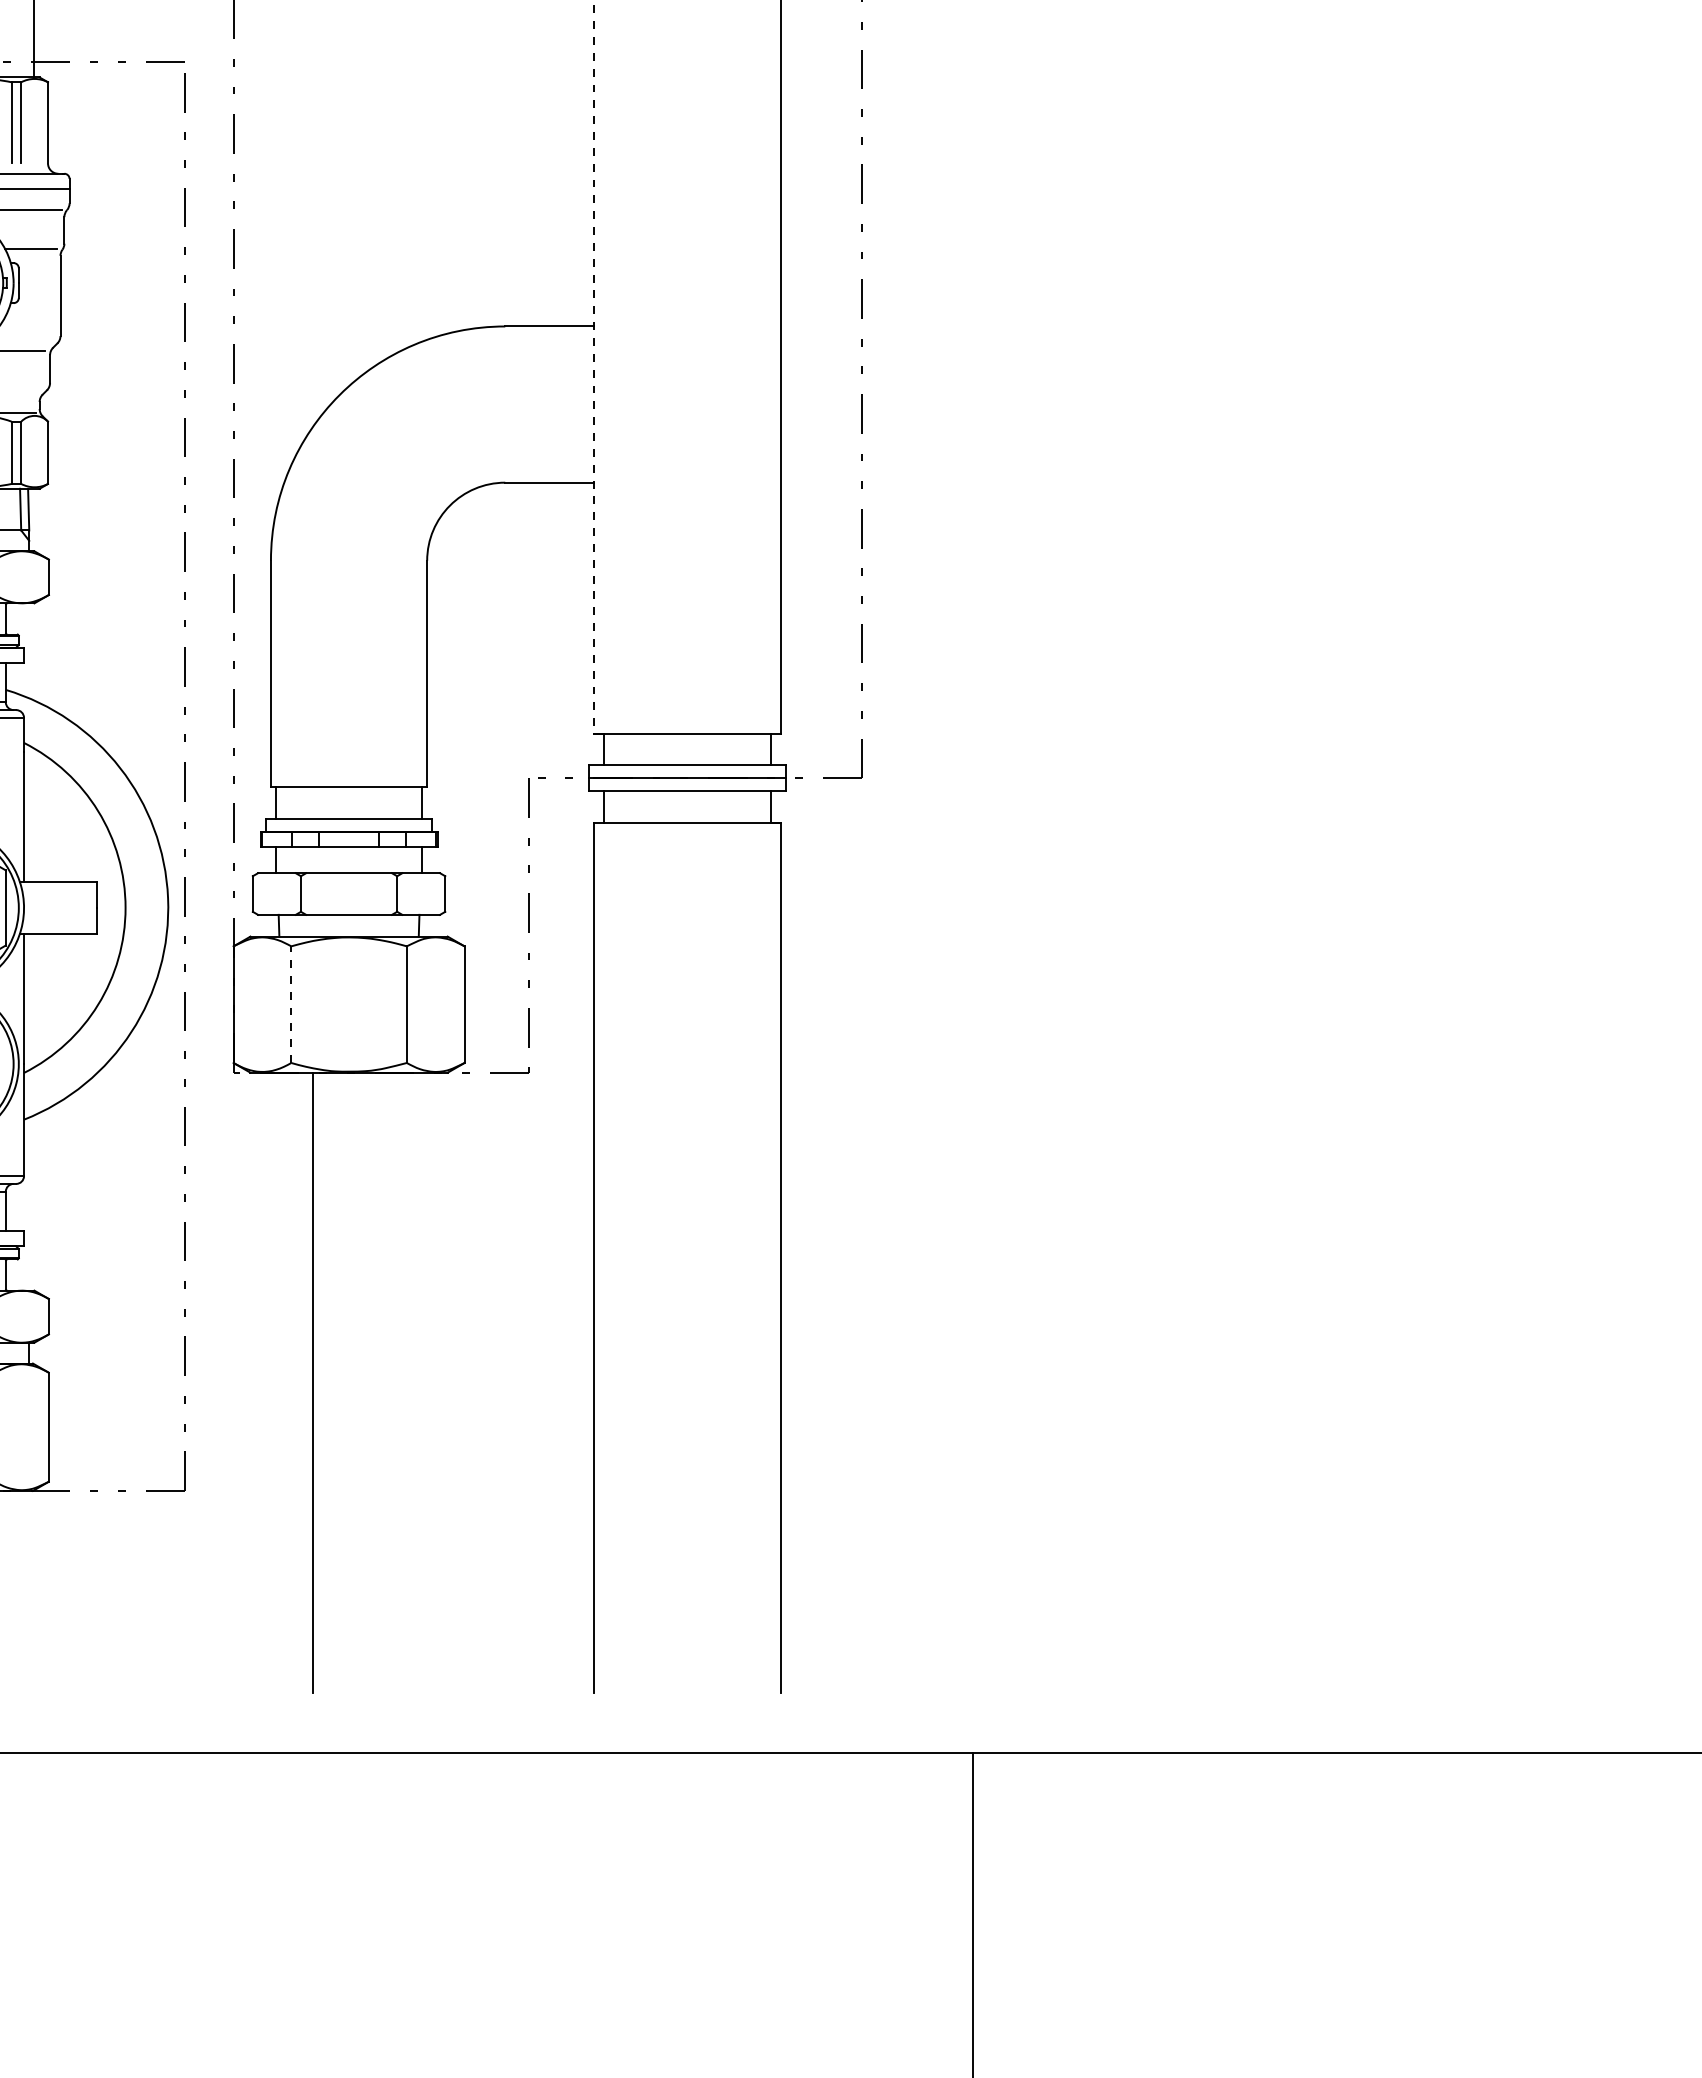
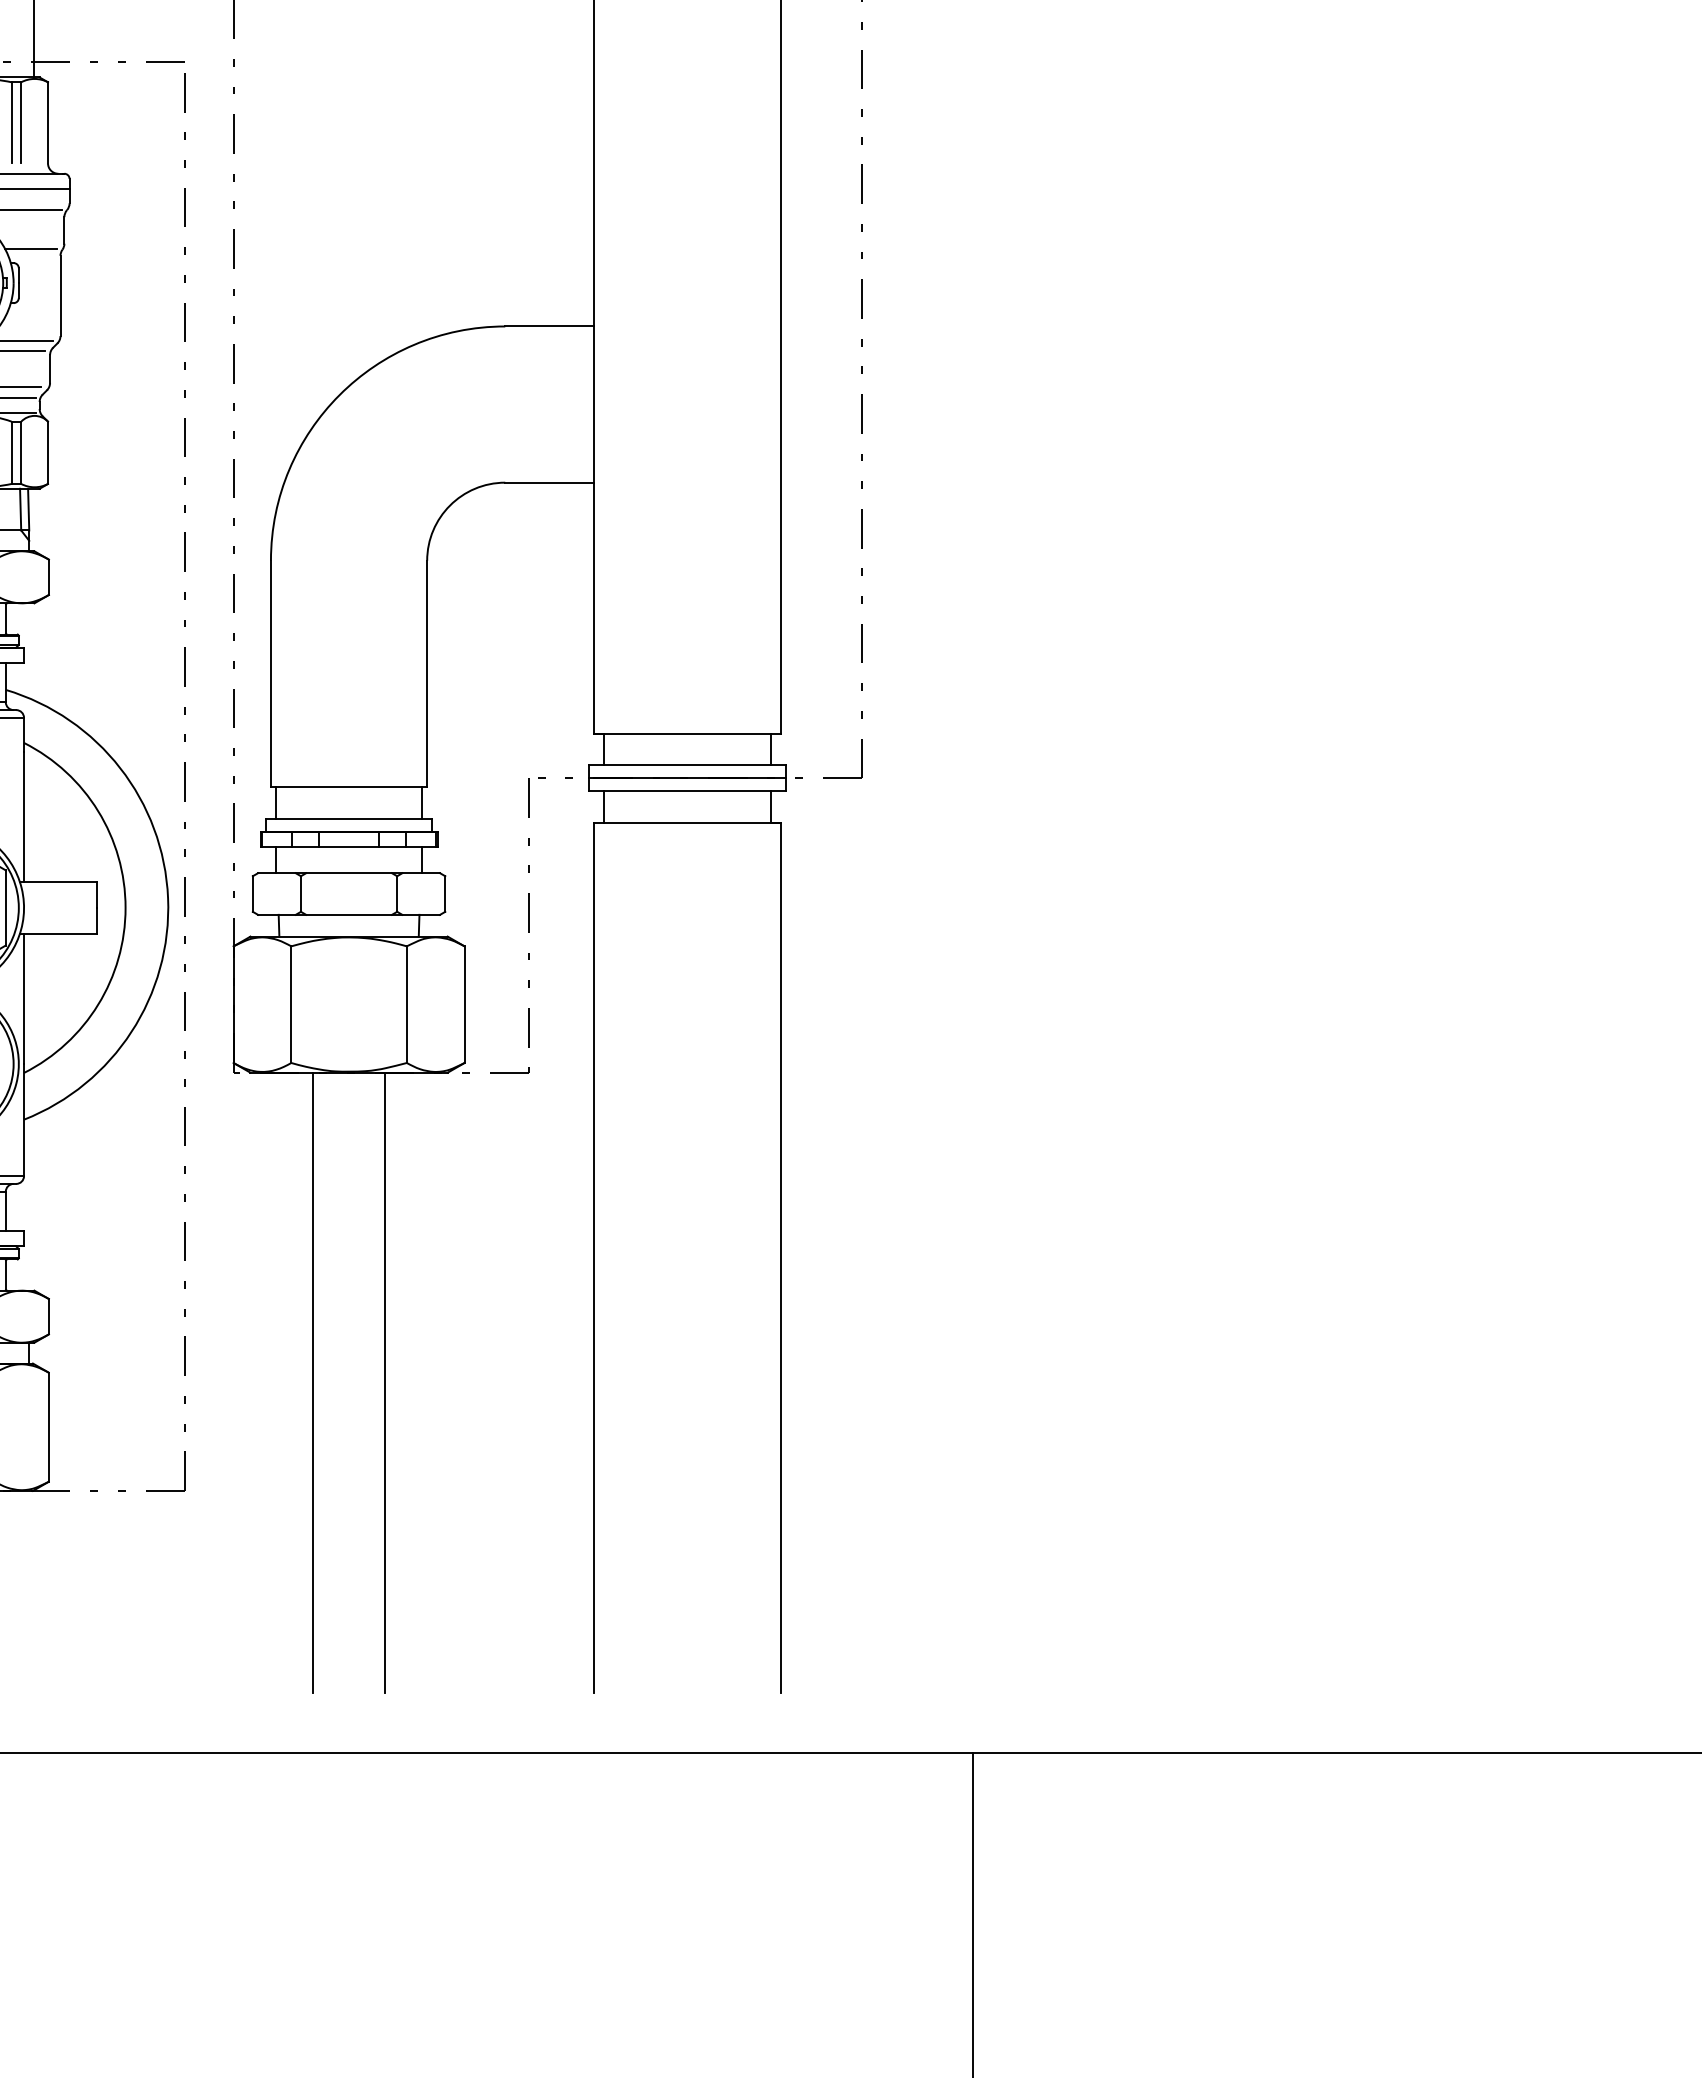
line at (27, 341): none -> present
line at (593, 367): dashed -> solid
line at (21, 387): none -> present
line at (18, 397): none -> present
line at (291, 1004): dashed -> solid
line at (385, 1382): none -> present
